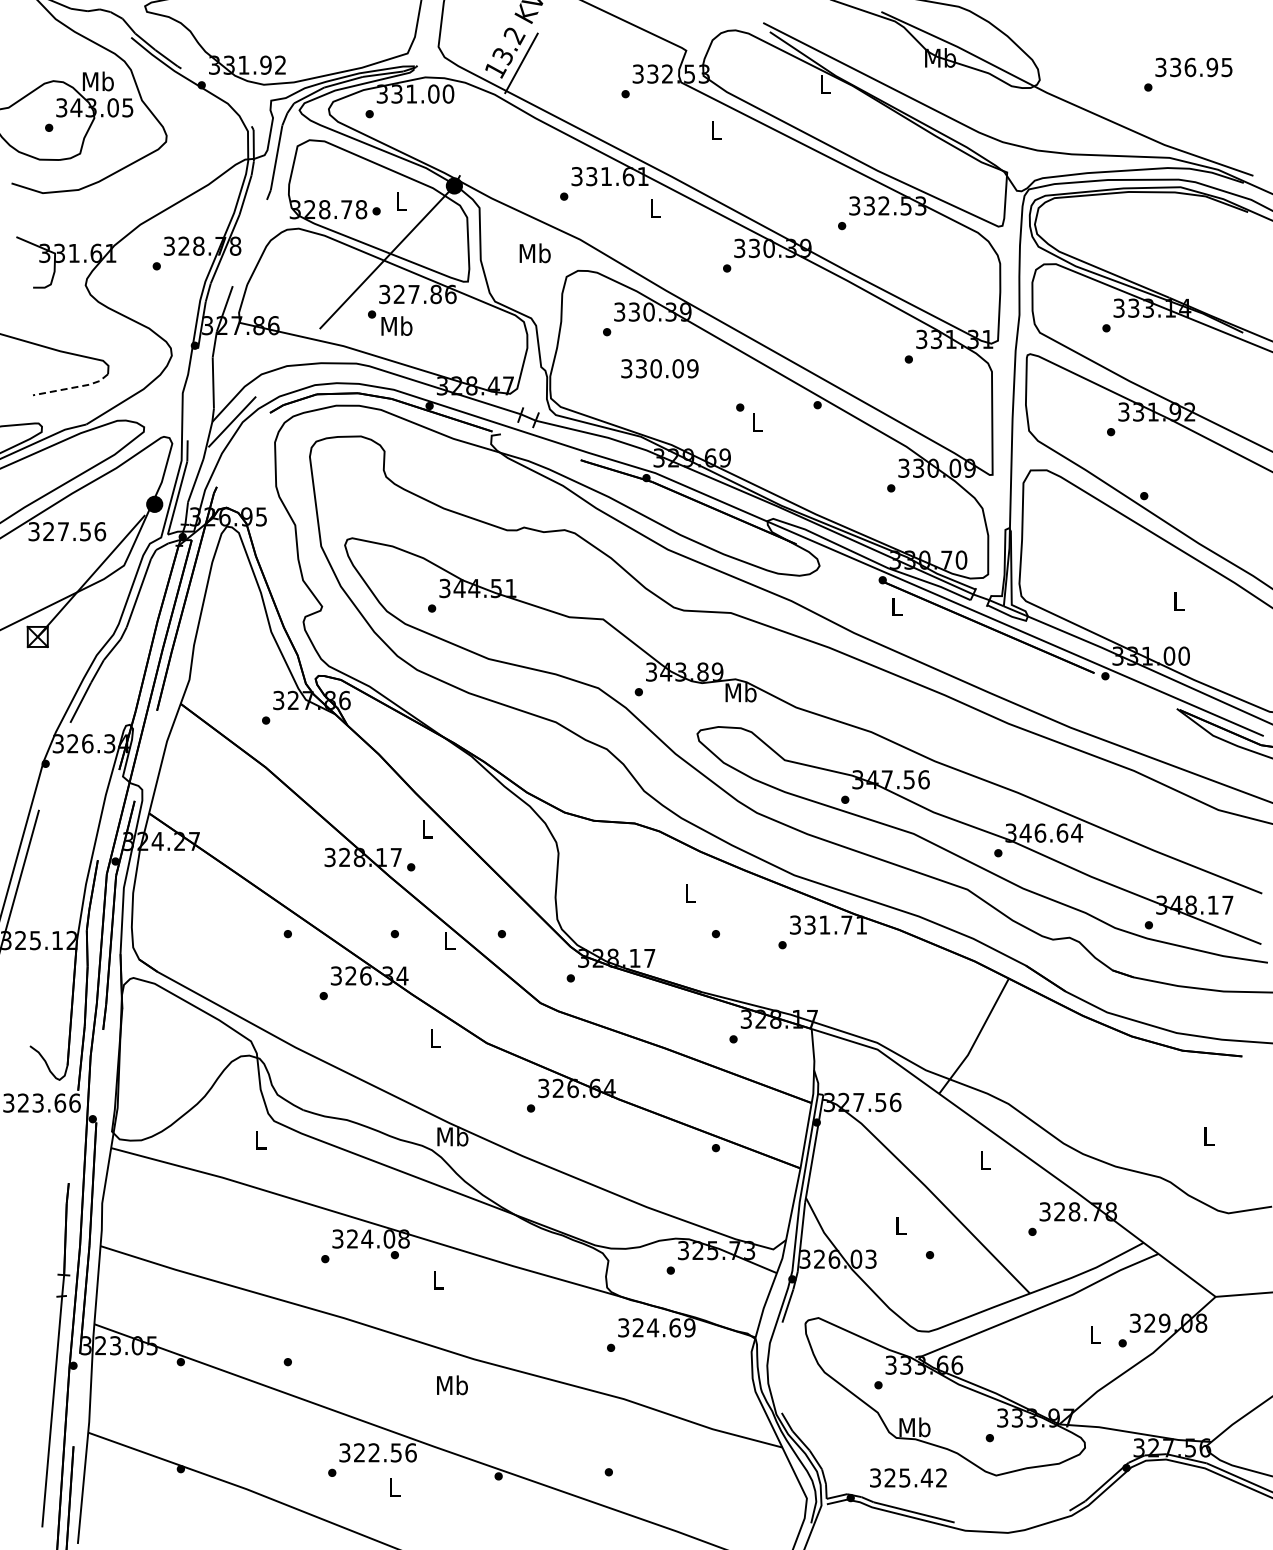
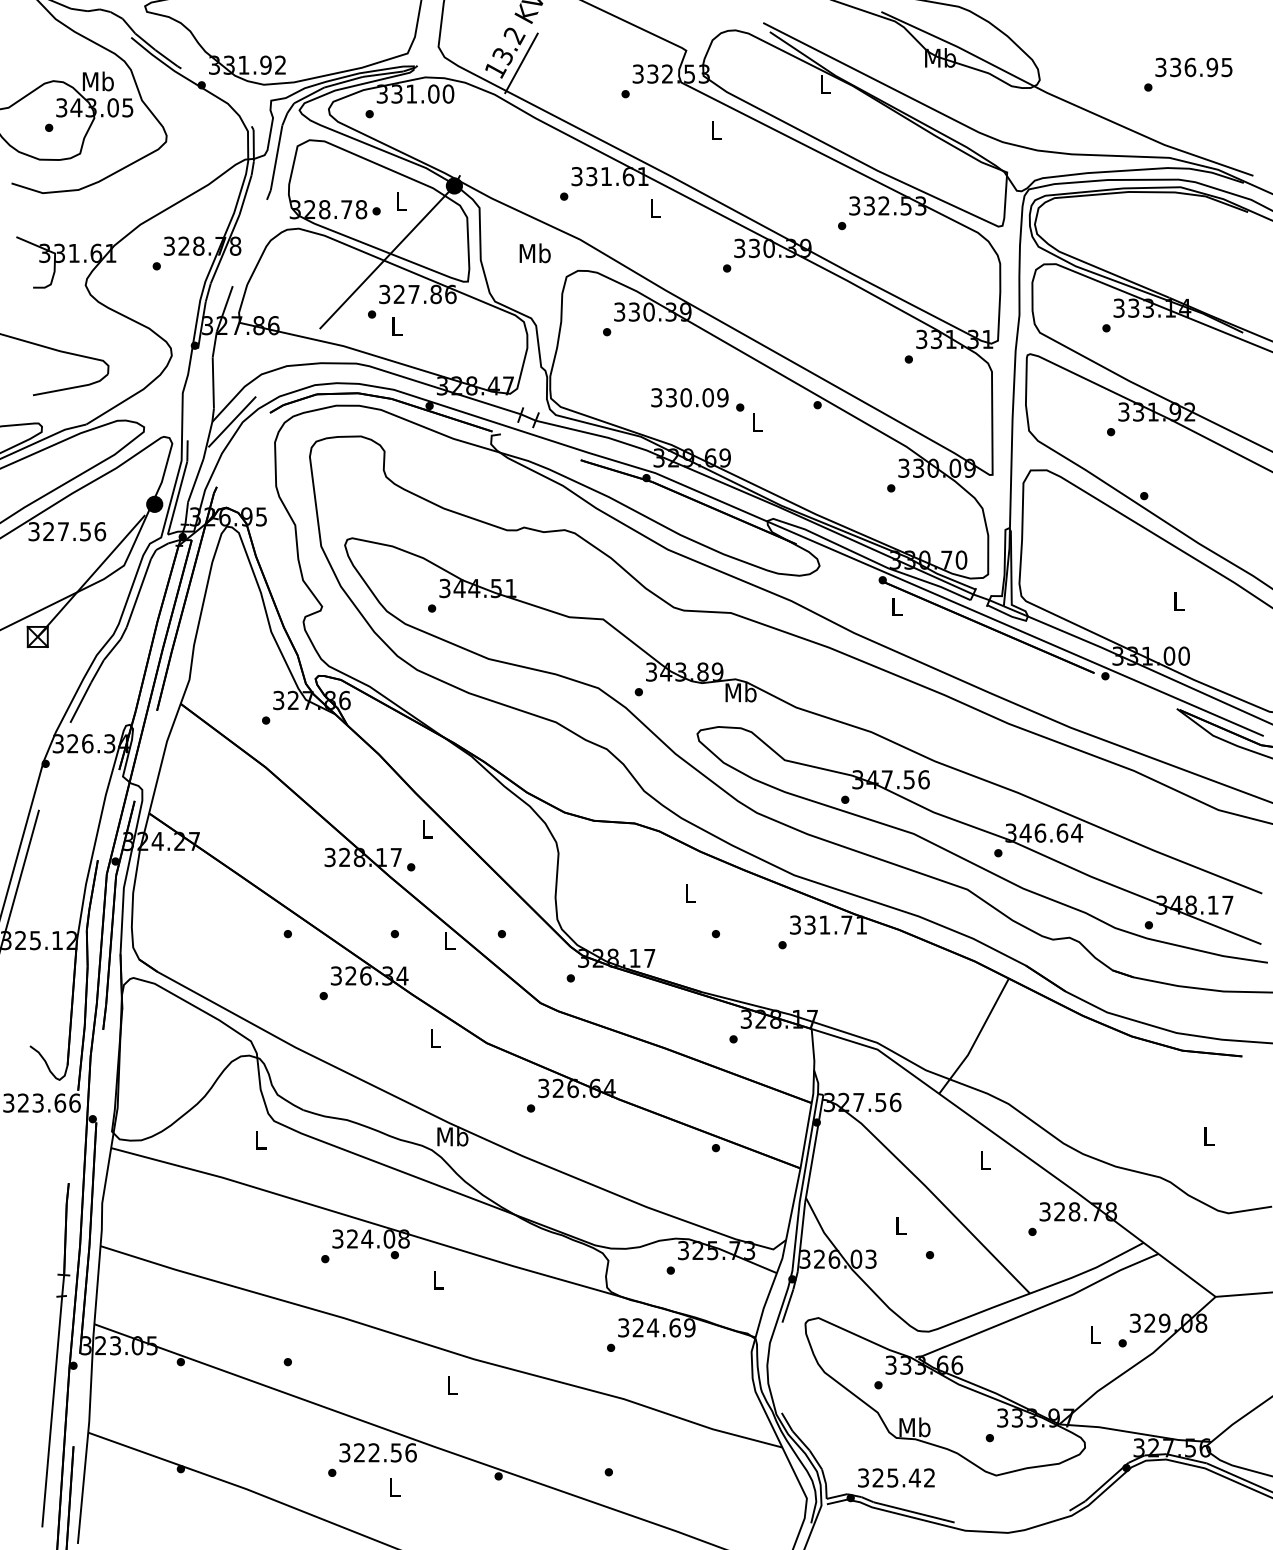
text at (396, 325): Mb -> L
text at (659, 368) position: (659, 368) -> (689, 397)
line at (72, 387): dashed -> solid
text at (452, 1385): Mb -> L
text at (908, 1477) position: (908, 1477) -> (896, 1477)
